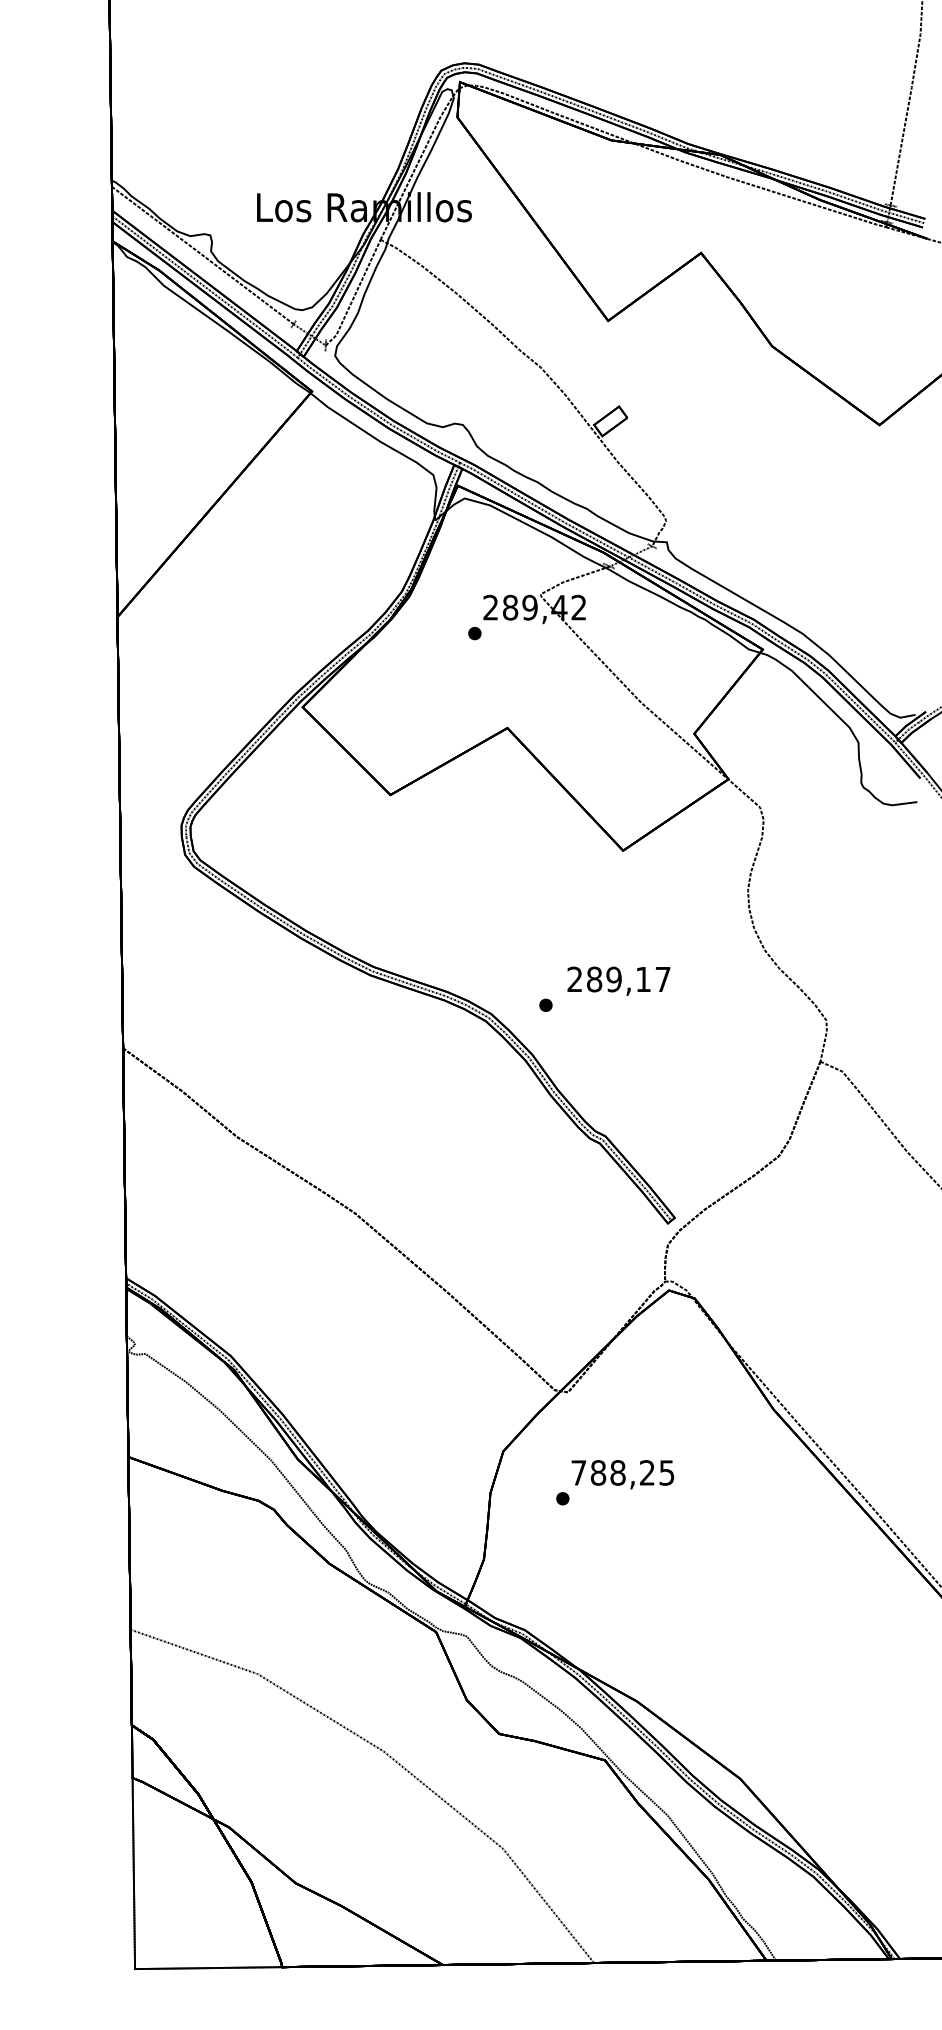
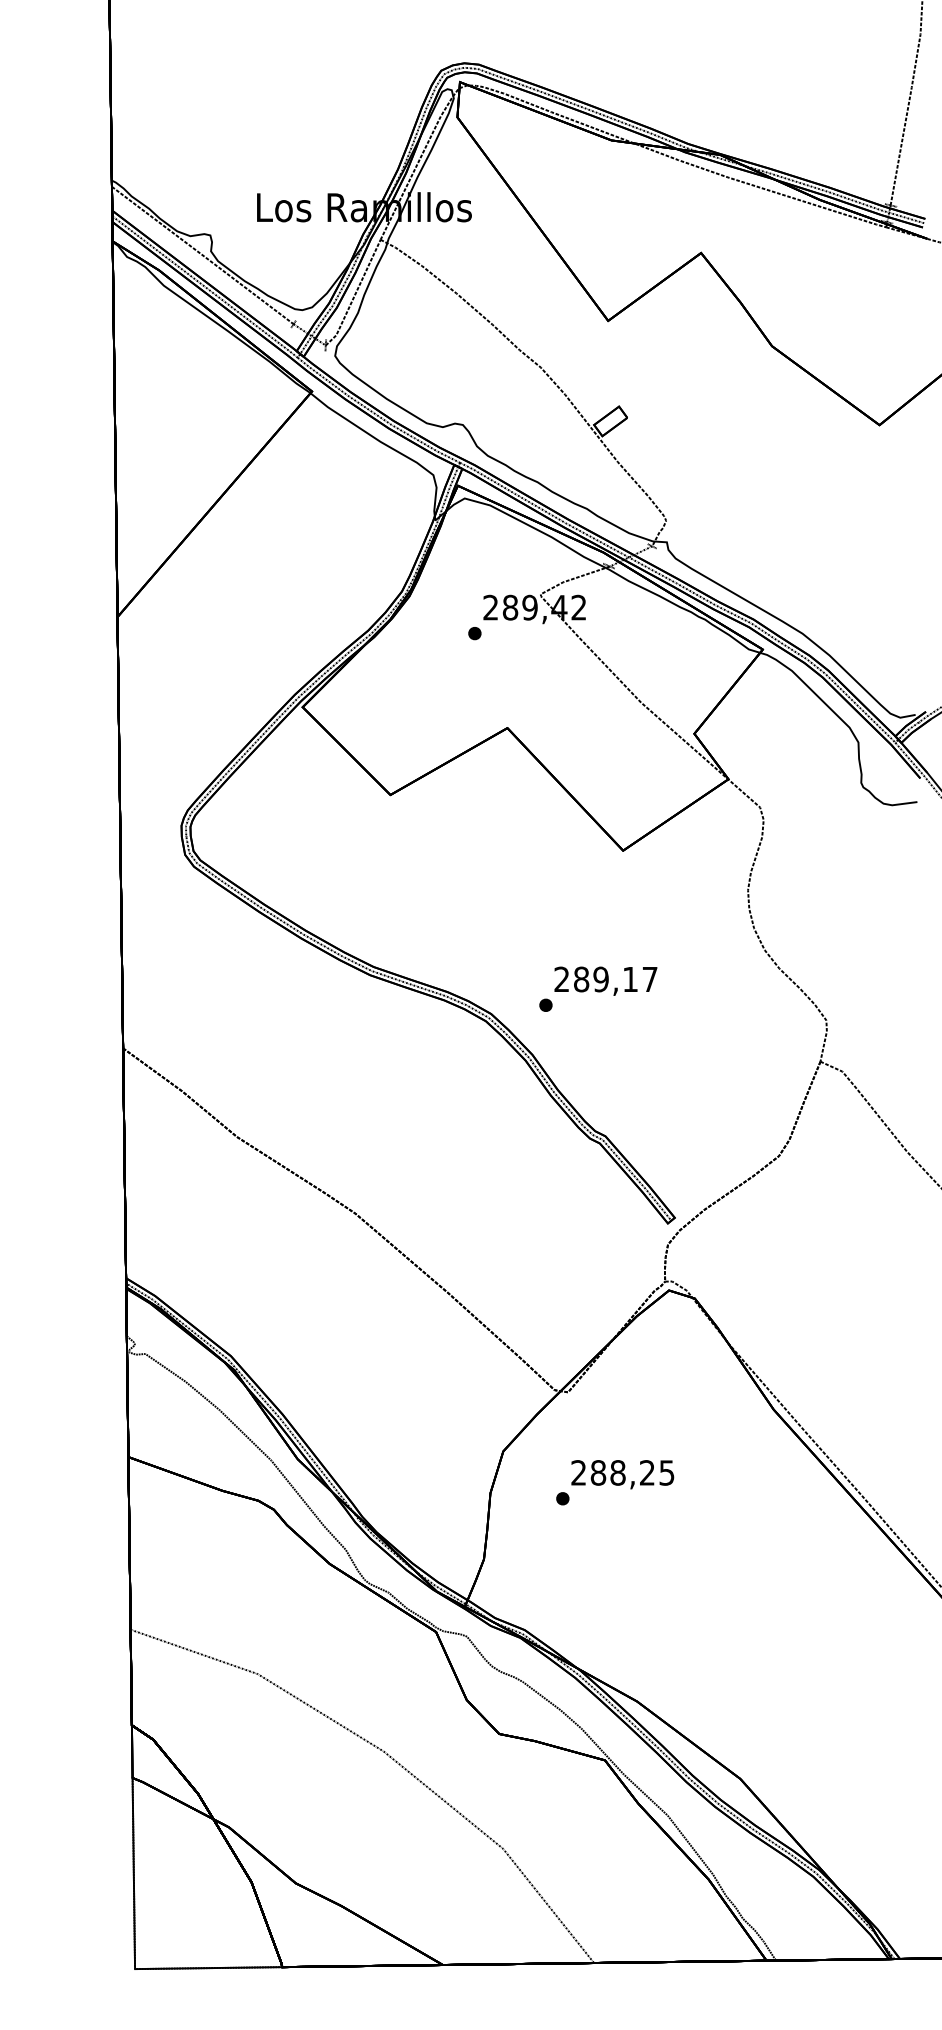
text at (618, 980) position: (618, 980) -> (605, 980)
text at (578, 1472): 788,25 -> 288,25
